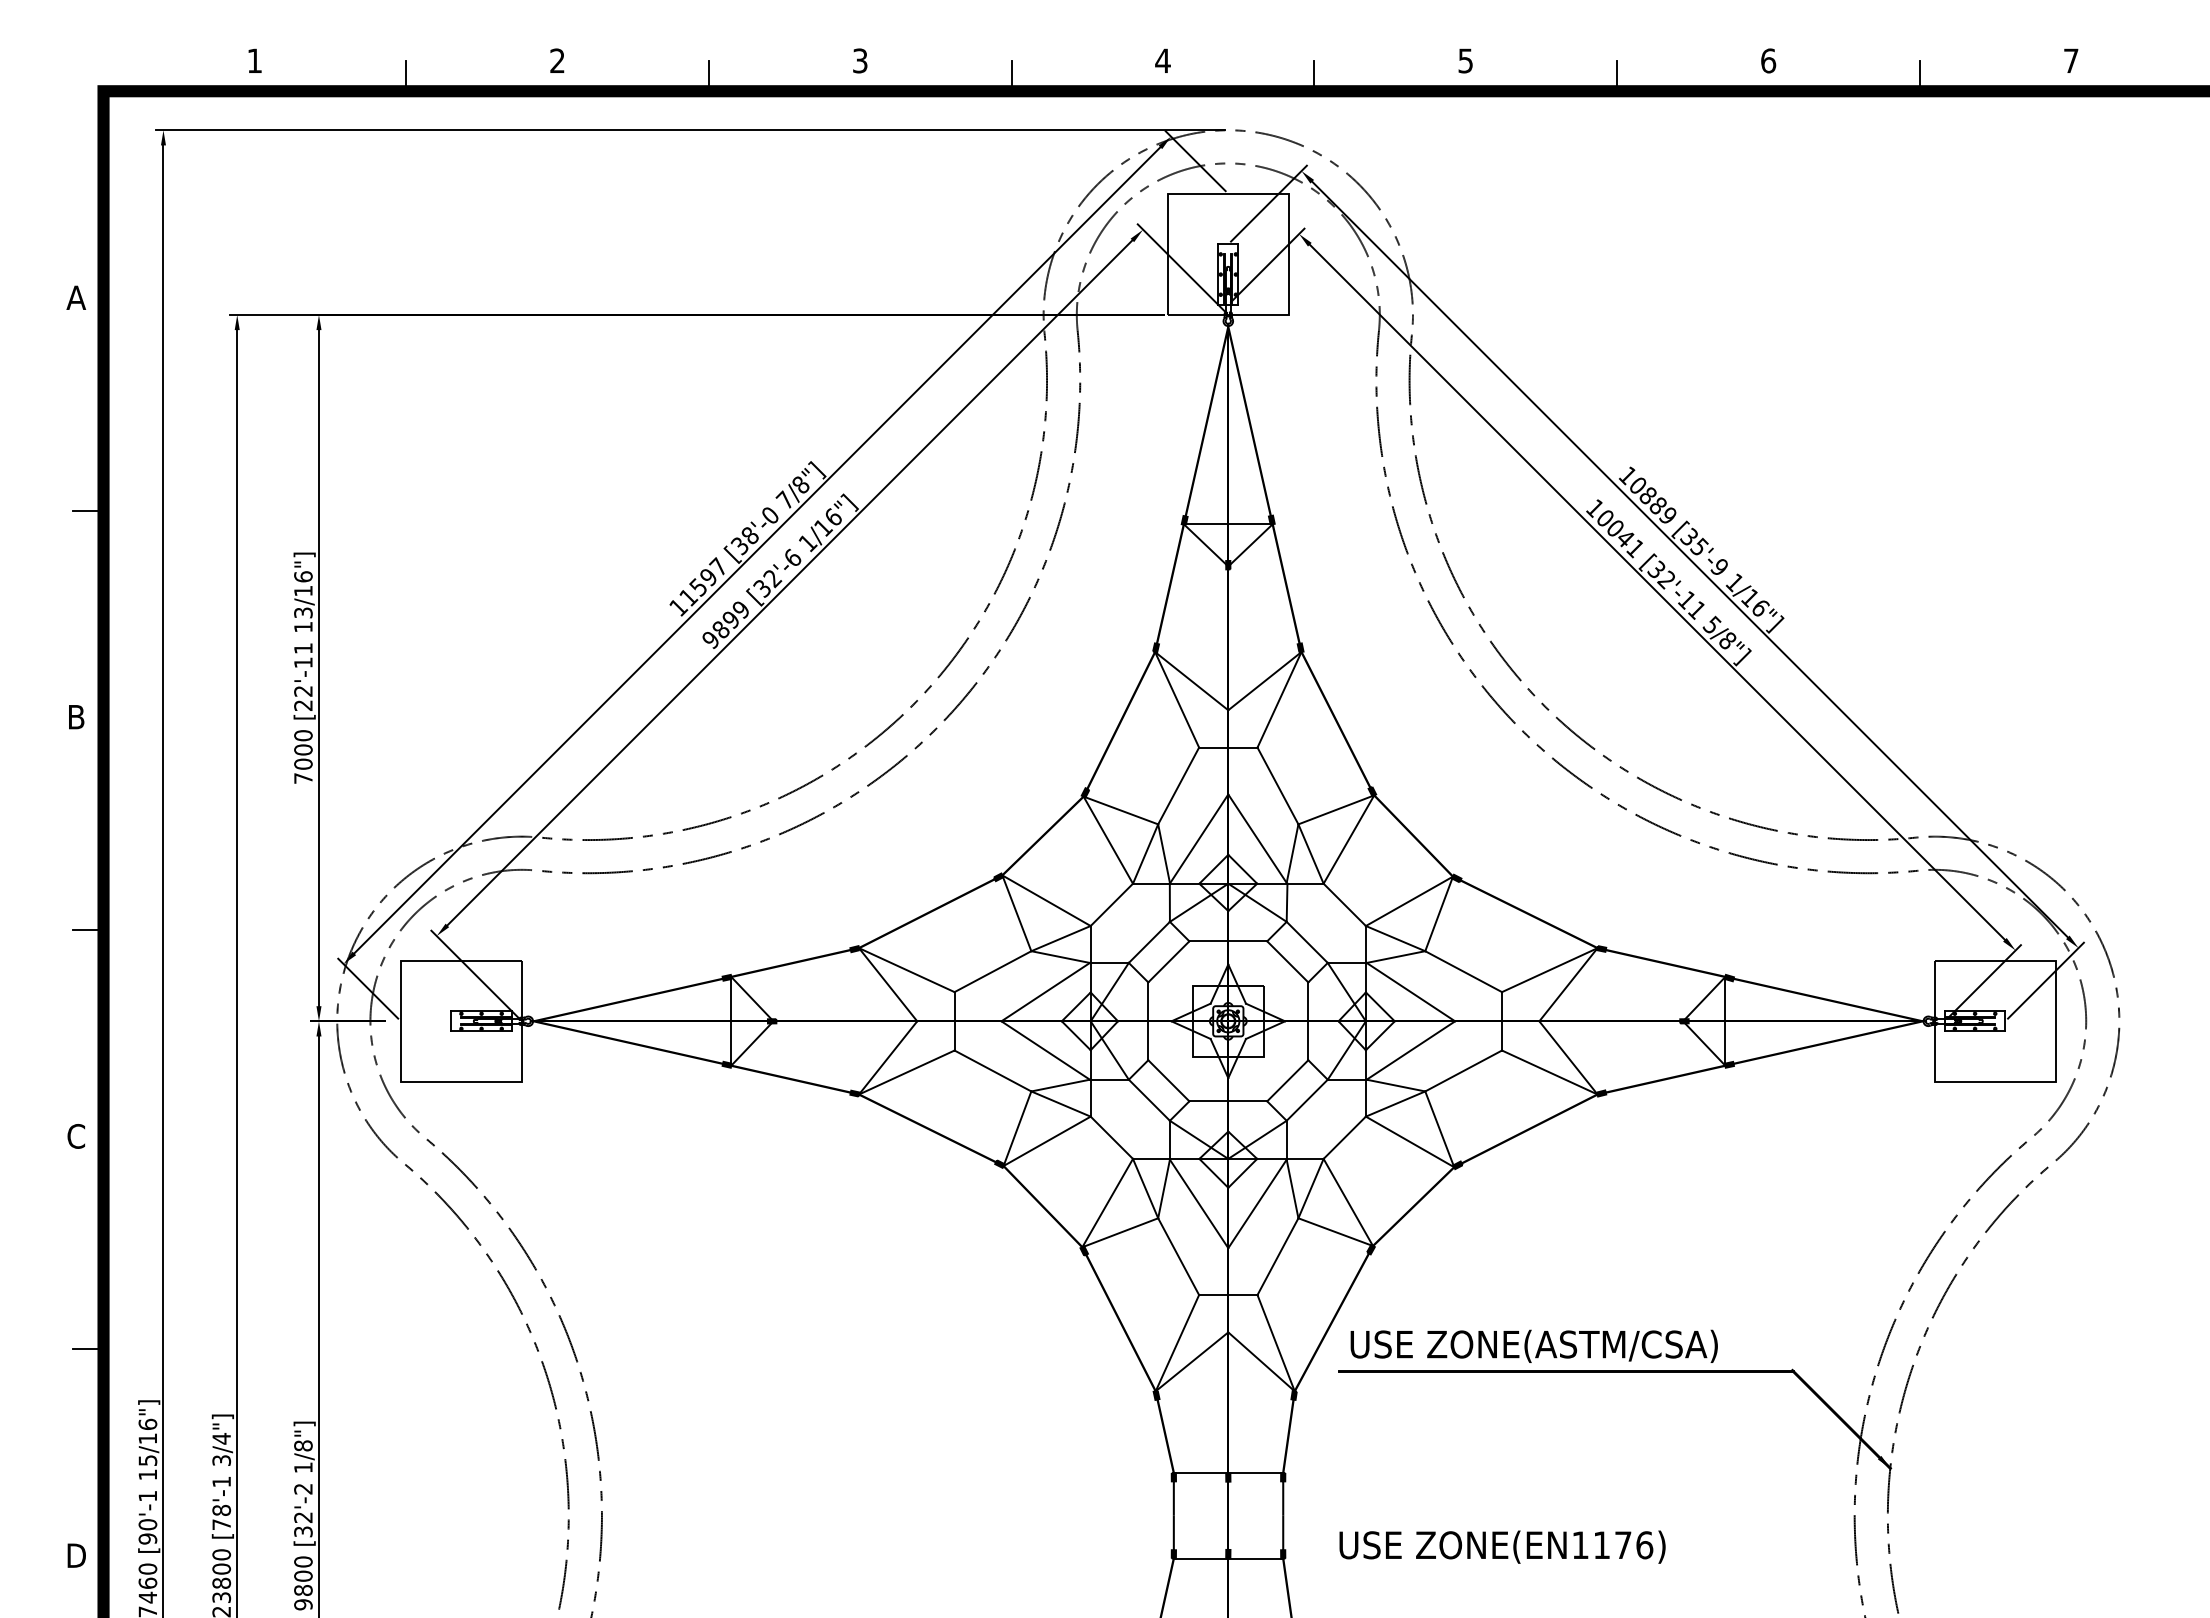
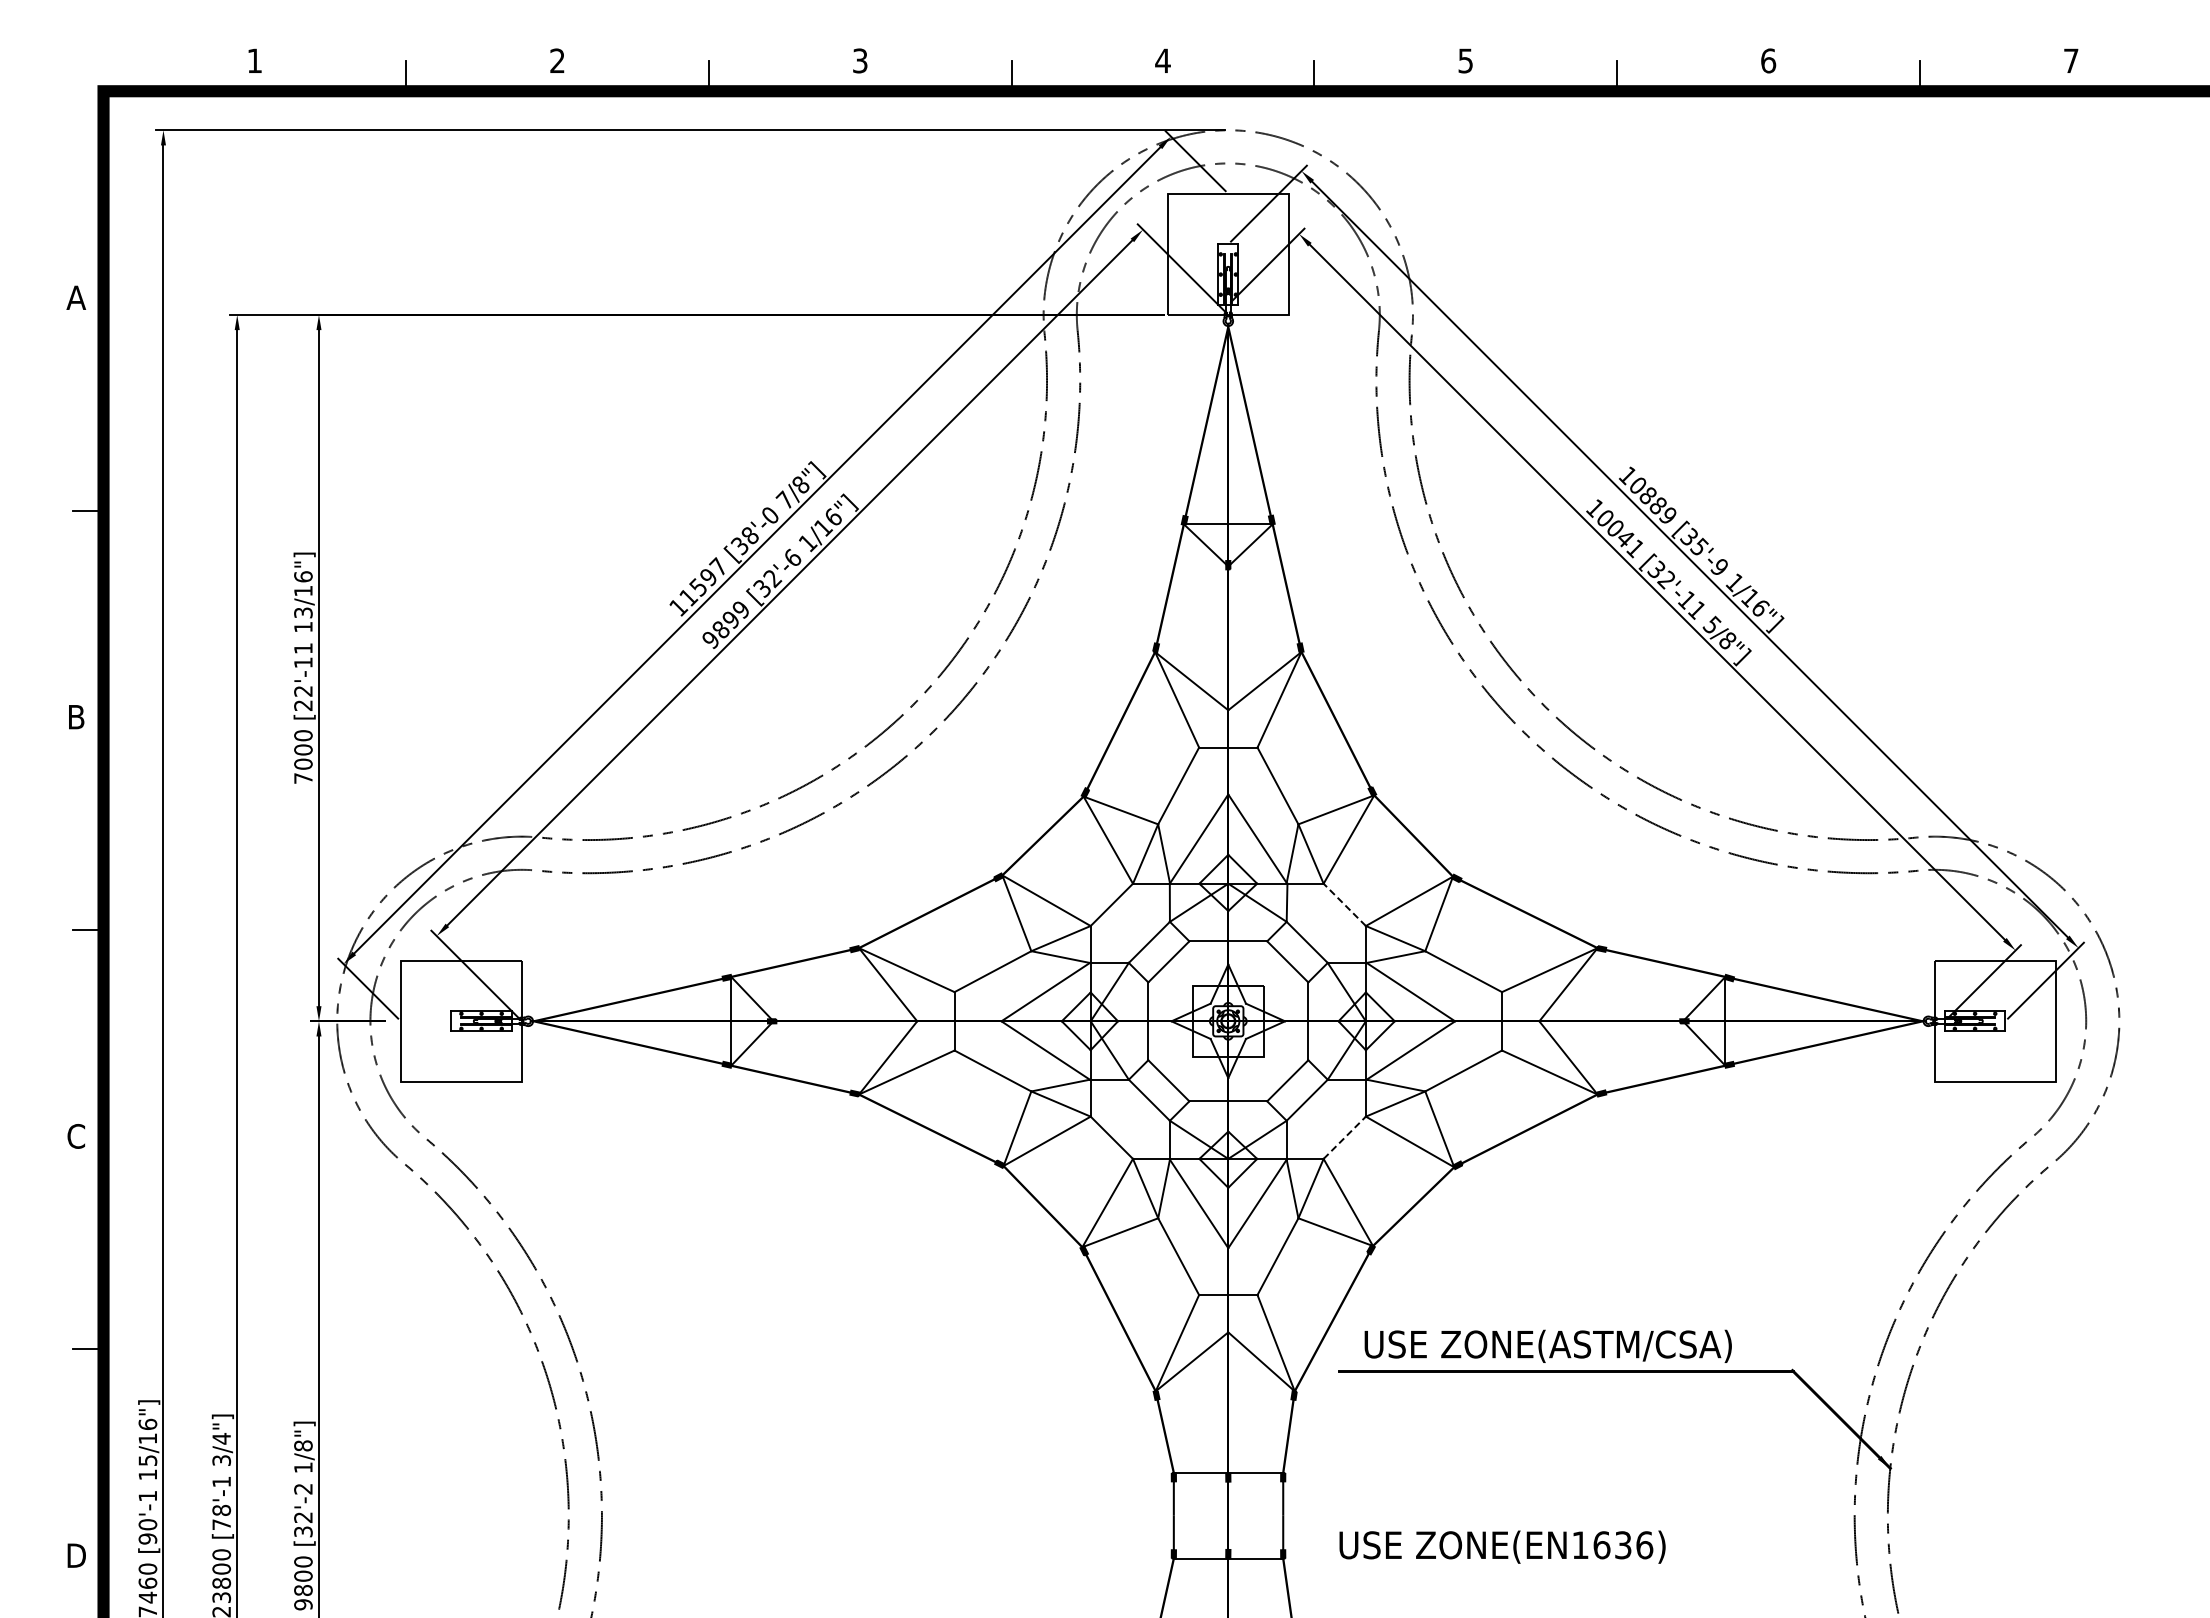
line at (1344, 904): solid -> dashed
line at (1344, 1137): solid -> dashed
text at (1533, 1345) position: (1533, 1345) -> (1547, 1345)
text at (1612, 1545): ZONE(EN1176) -> ZONE(EN1636)
